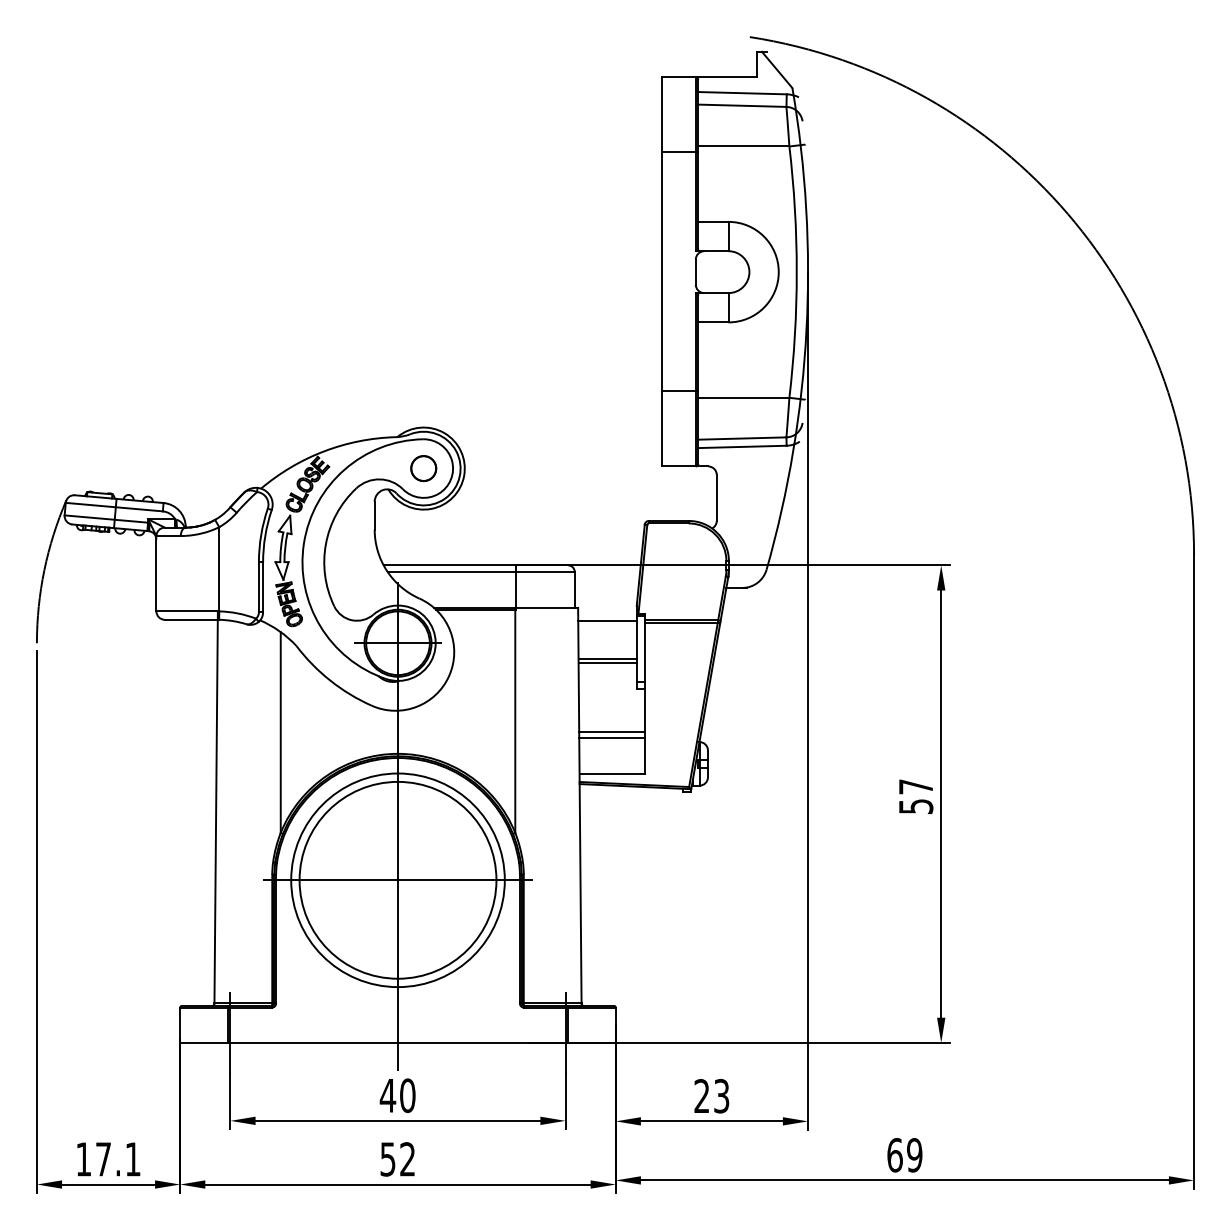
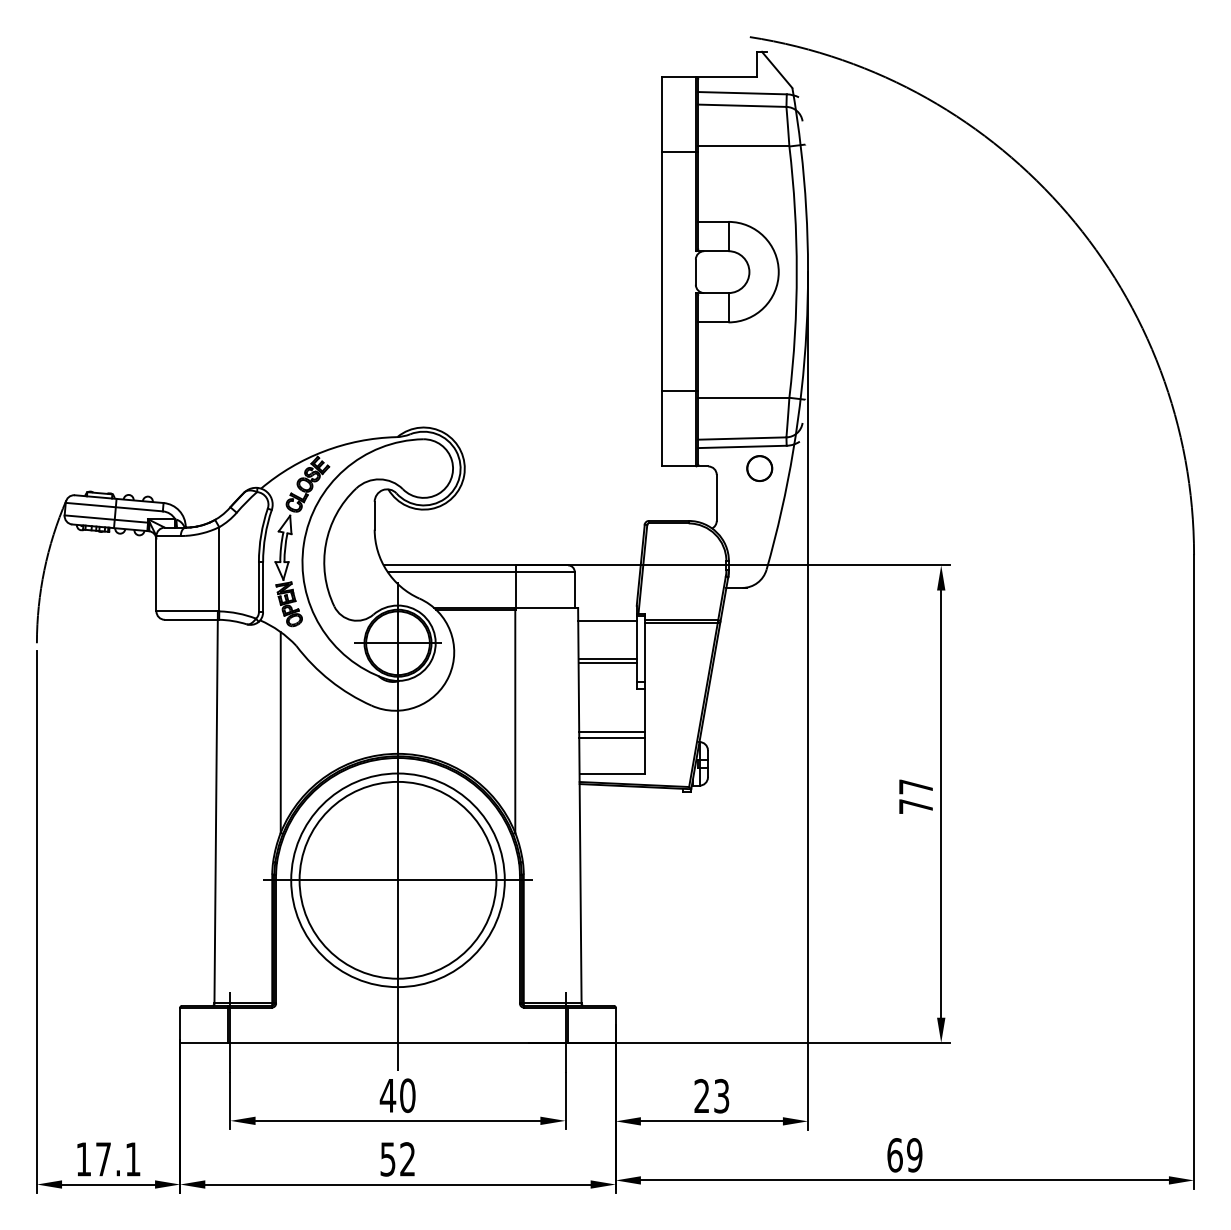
circle at (423, 468) position: (423, 468) -> (759, 468)
text at (916, 806): 57 -> 77
